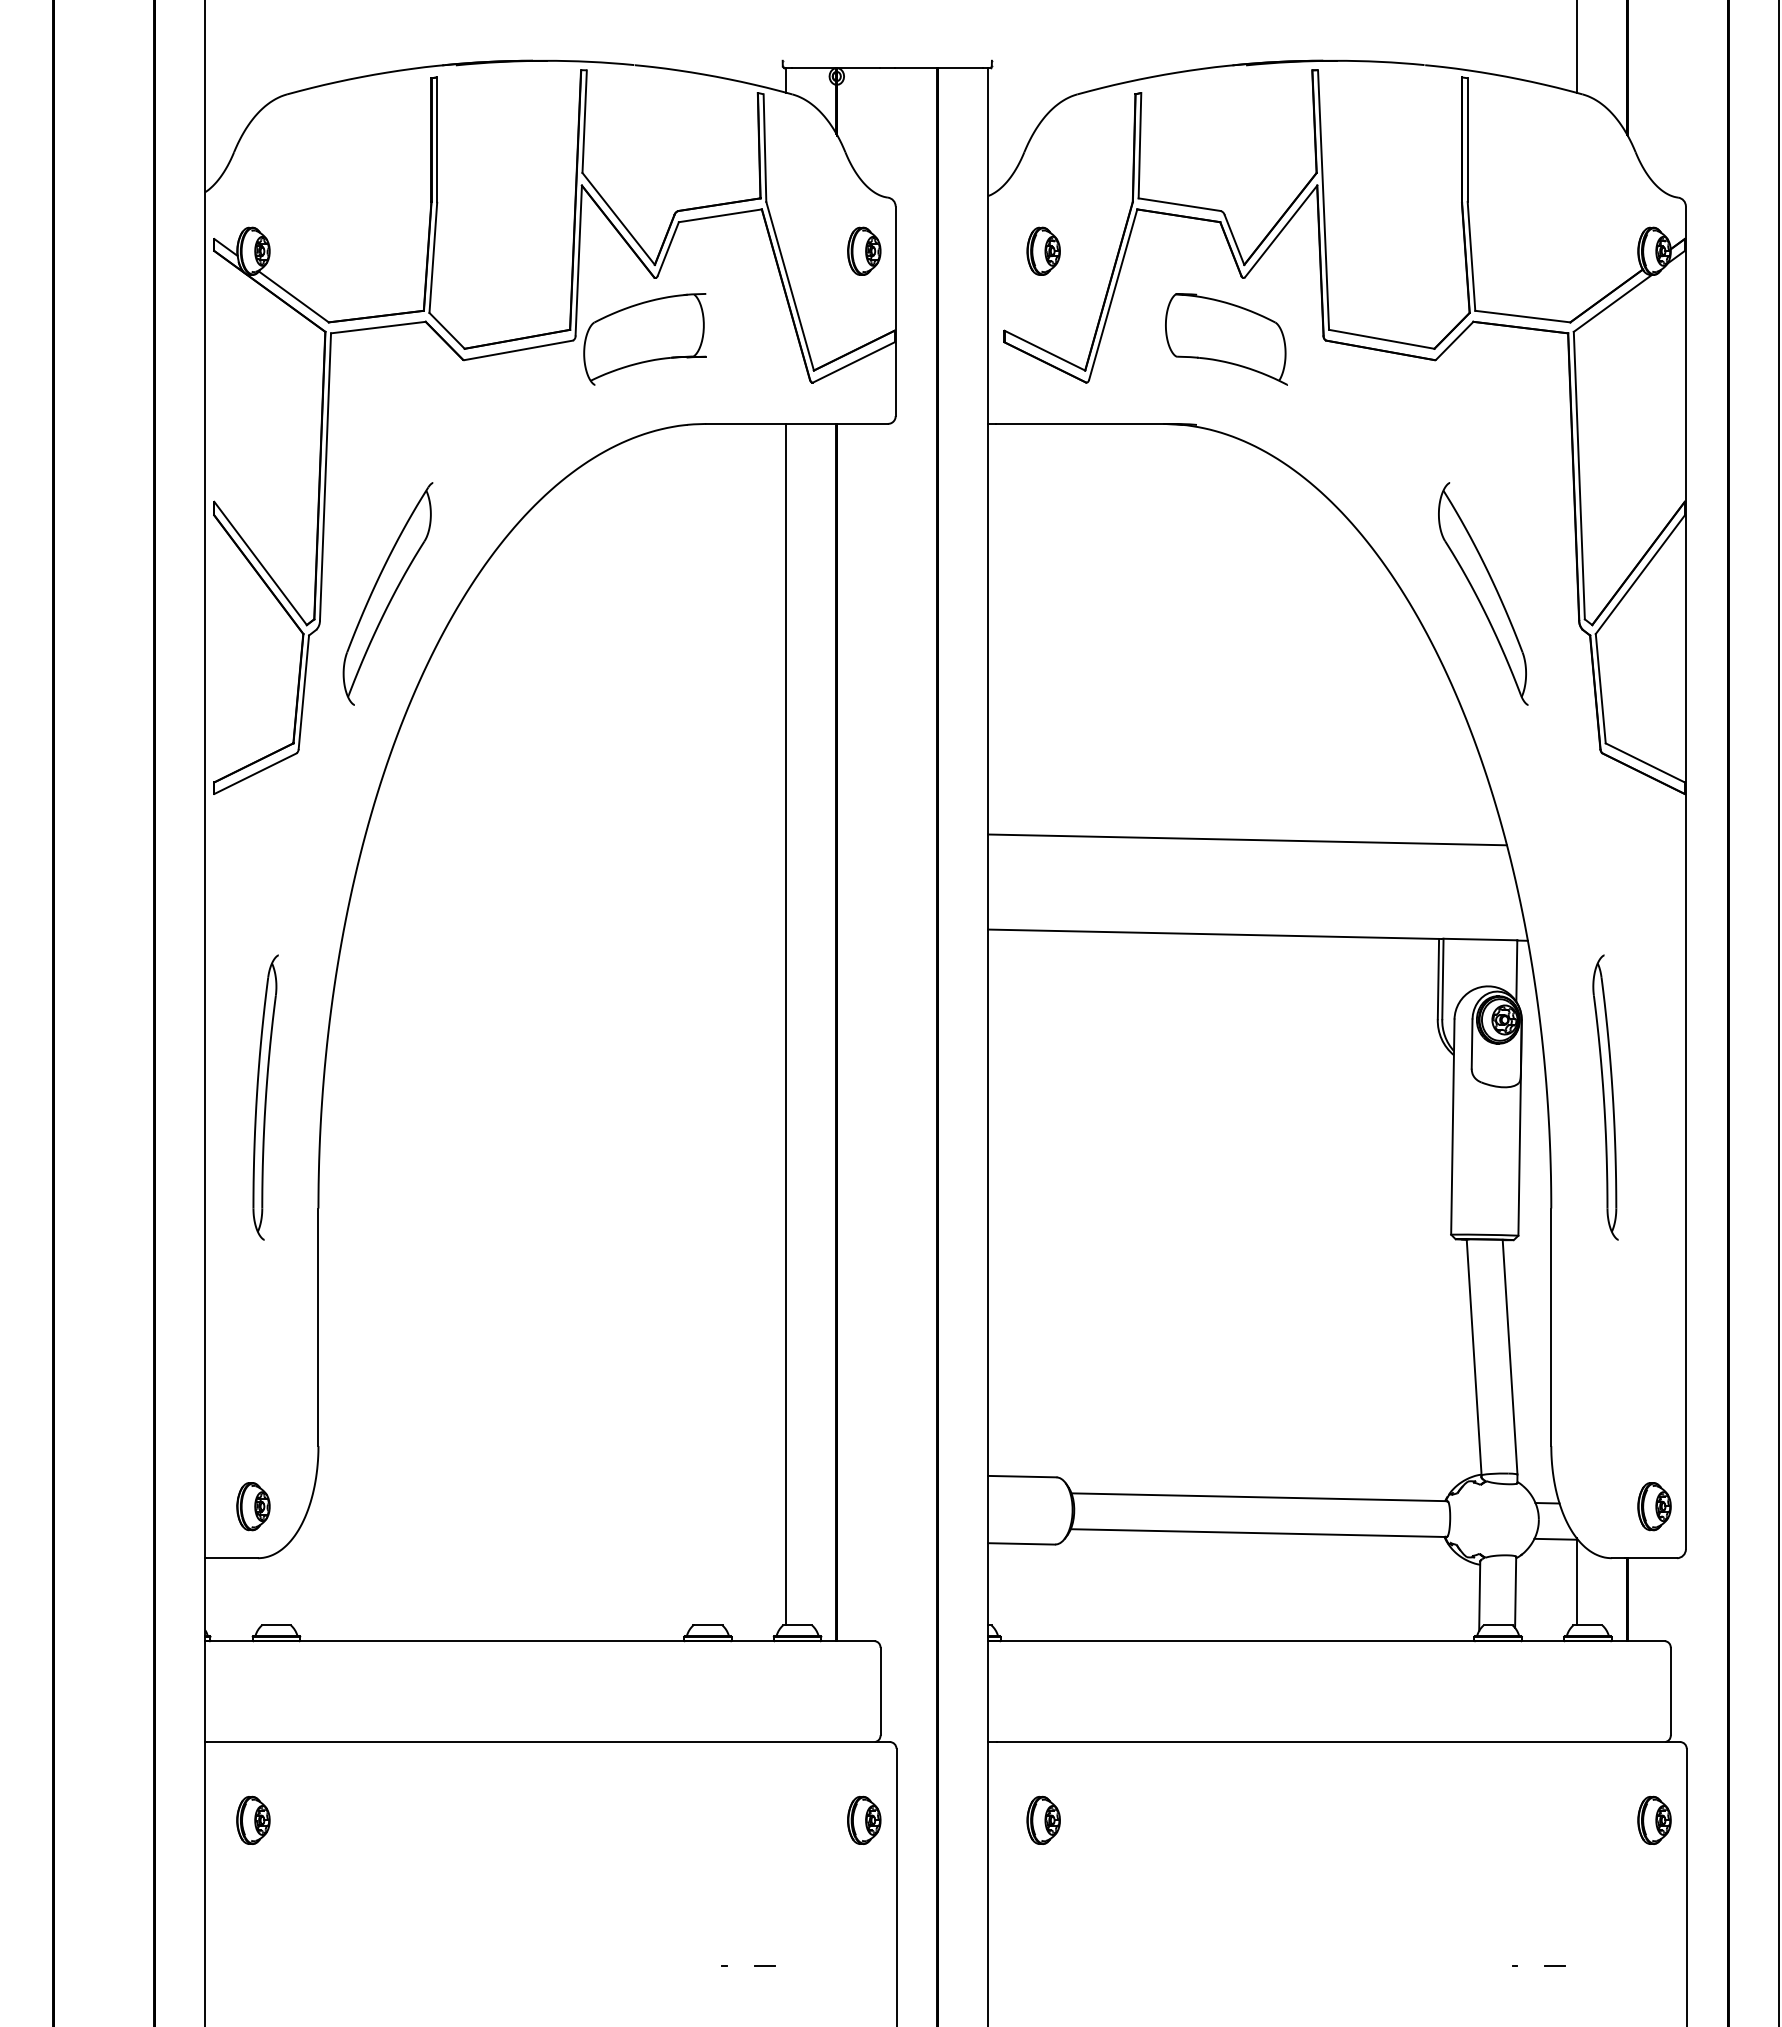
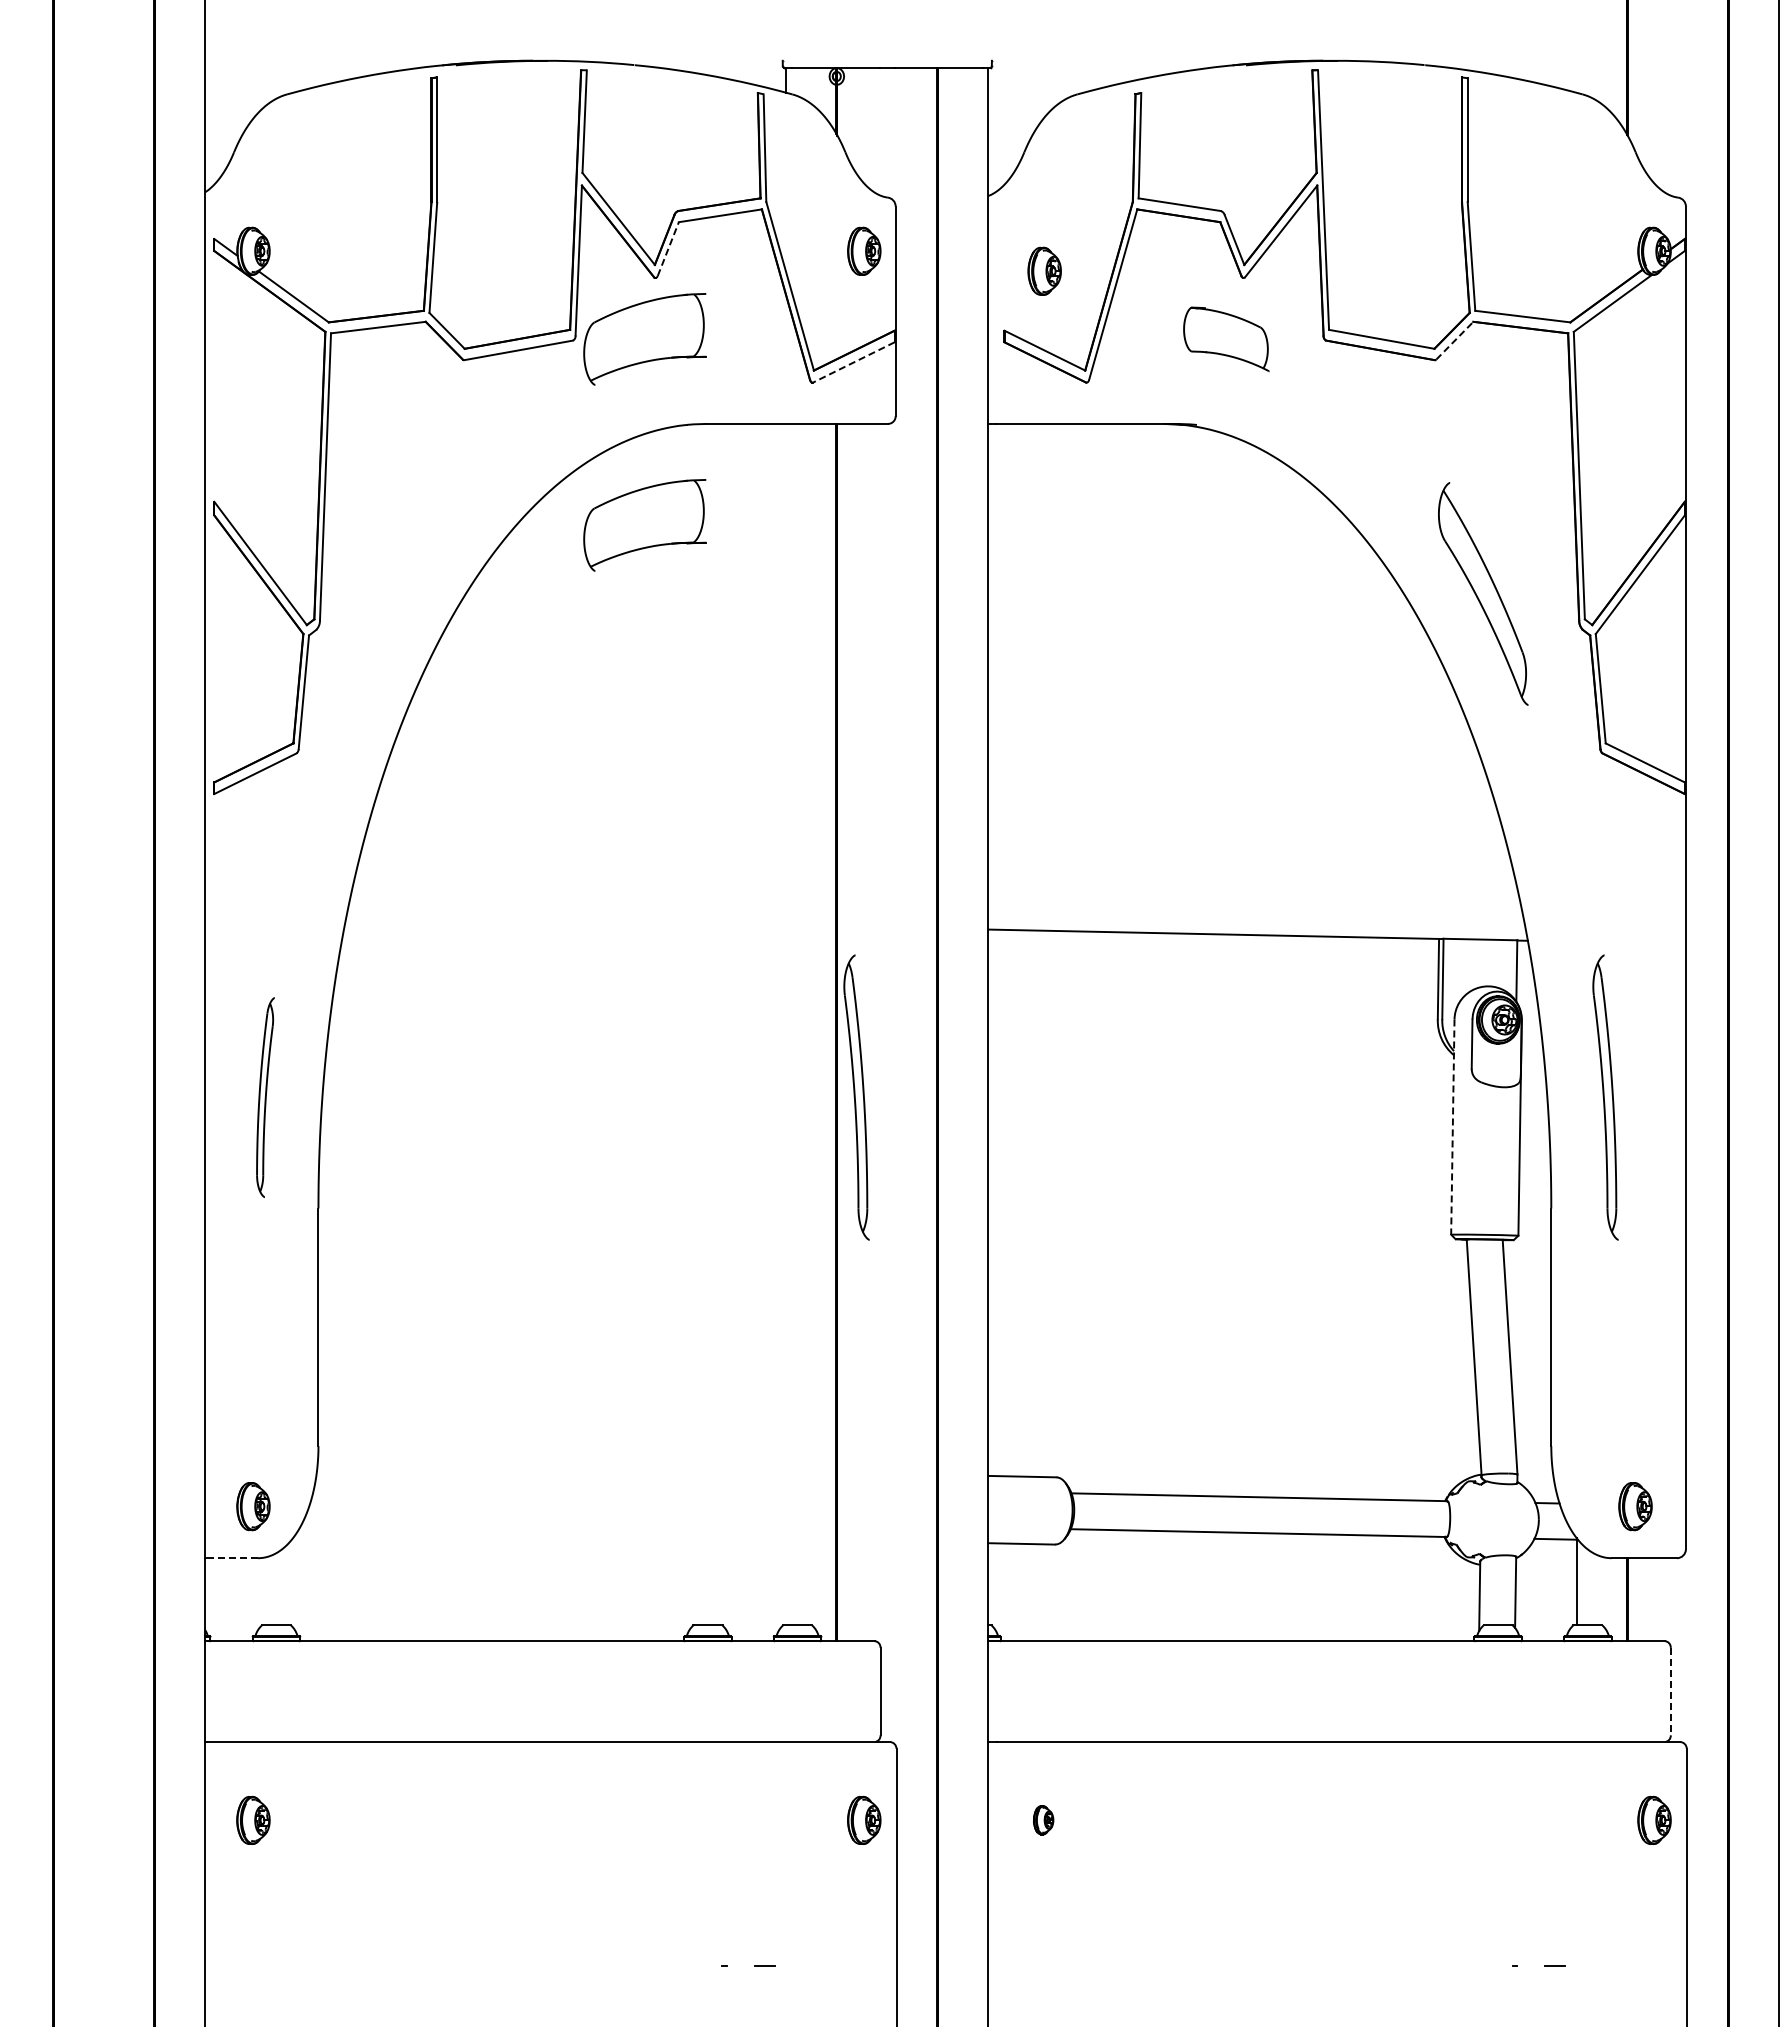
line at (1576, 47): present -> none
line at (668, 249): solid -> dashed
part at (1043, 250) position: (1043, 250) -> (1044, 270)
part at (1226, 339) size: 123x93 px -> 87x67 px
line at (1455, 340): solid -> dashed
line at (853, 362): solid -> dashed
part at (644, 525): none -> present
part at (387, 593): present -> none
line at (1247, 839): present -> none
line at (786, 1024): present -> none
part at (265, 1097) size: 27x287 px -> 19x201 px
part at (856, 1097): none -> present
line at (1452, 1127): solid -> dashed
part at (1654, 1506) position: (1654, 1506) -> (1635, 1506)
line at (232, 1558): solid -> dashed
line at (1670, 1691): solid -> dashed
part at (1043, 1819) size: 35x50 px -> 22x31 px
